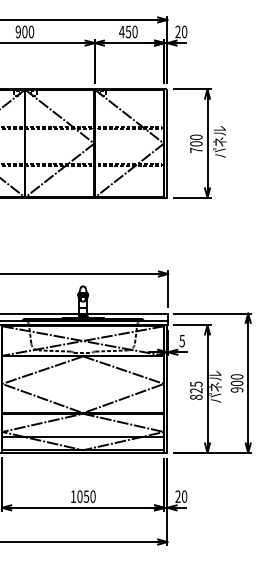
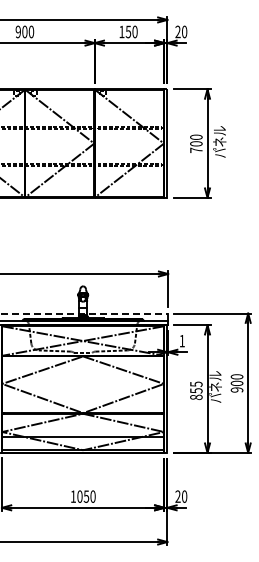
text at (121, 31): 450 -> 150
line at (84, 313): solid -> dashed
text at (181, 341): 5 -> 1
text at (196, 390): 825 -> 855
